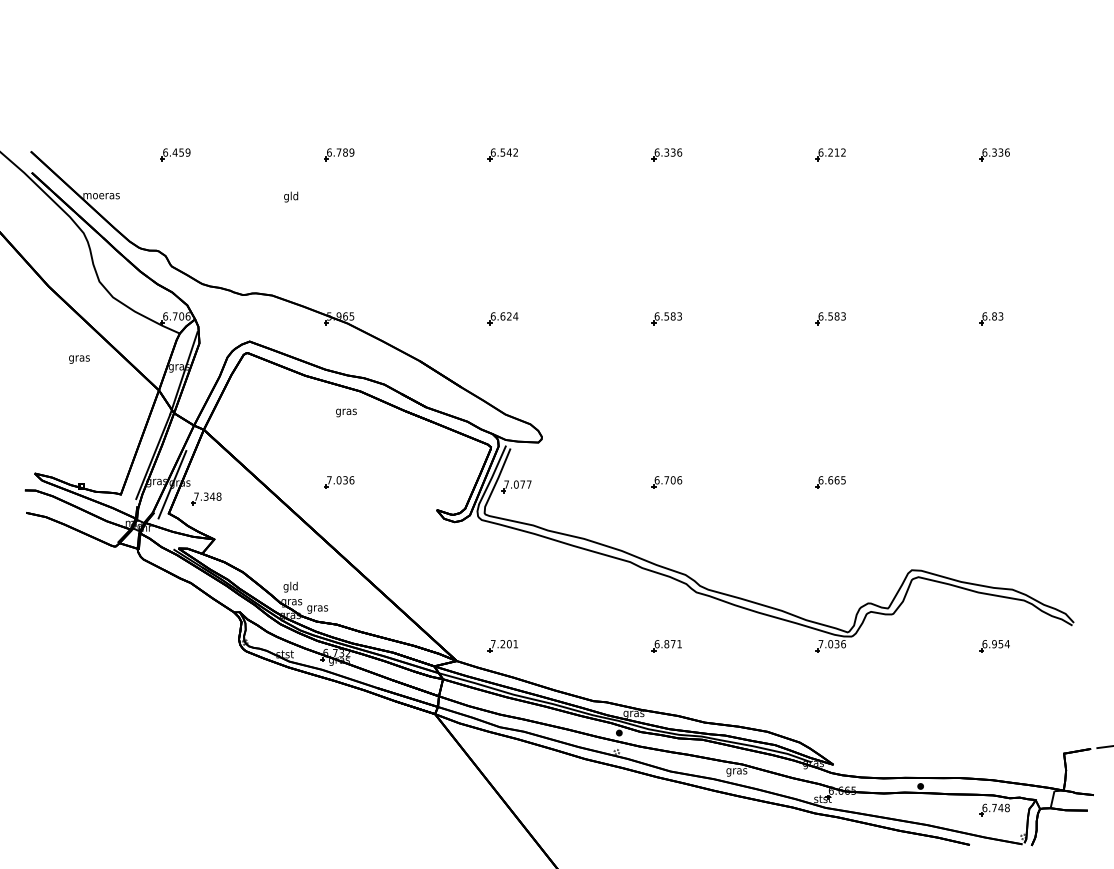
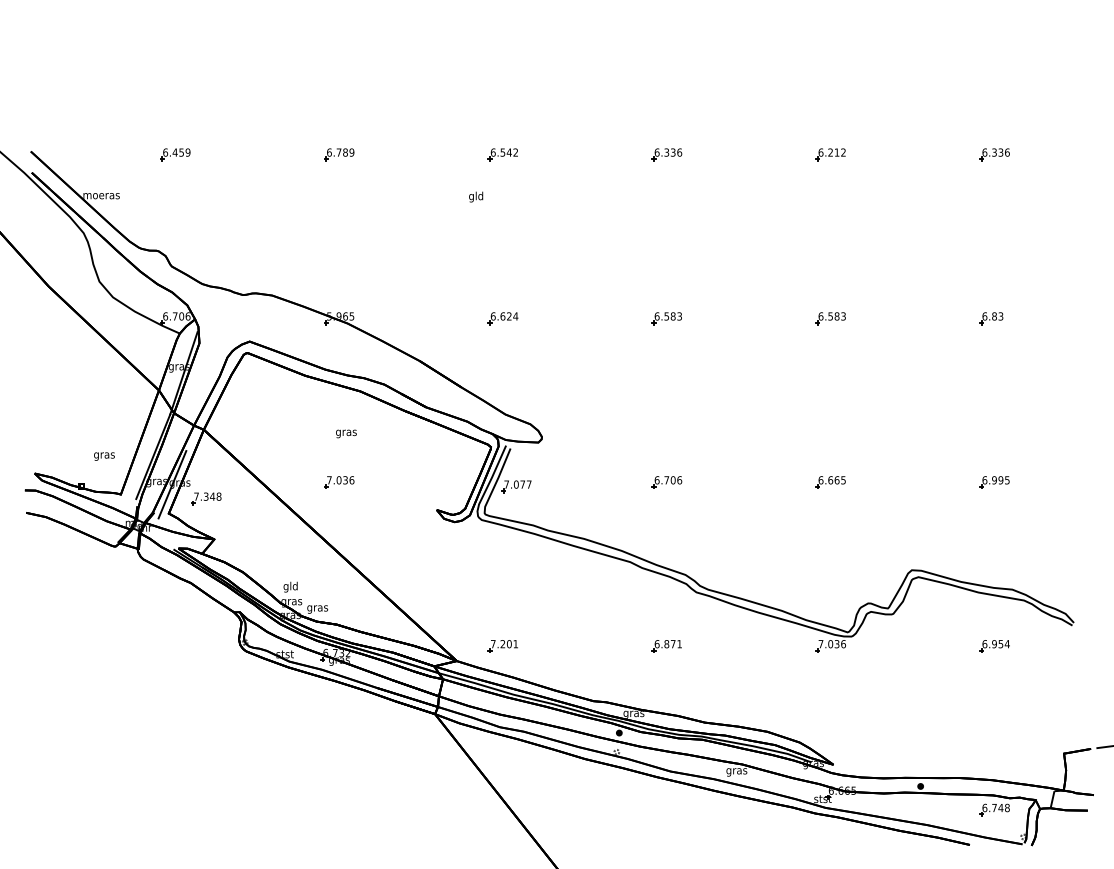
text at (291, 196) position: (291, 196) -> (476, 196)
text at (79, 359) position: (79, 359) -> (104, 456)
text at (346, 412) position: (346, 412) -> (346, 433)
part at (994, 482): none -> present
